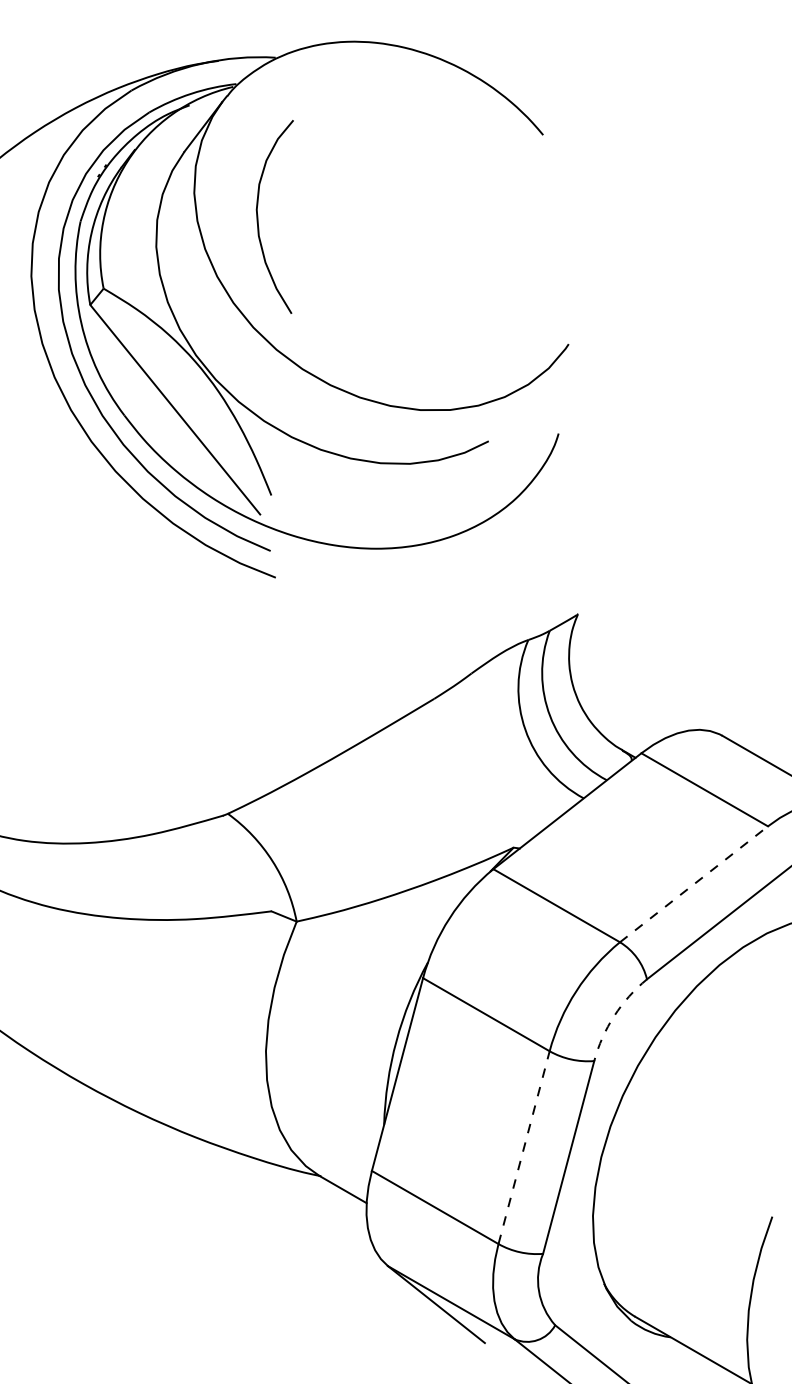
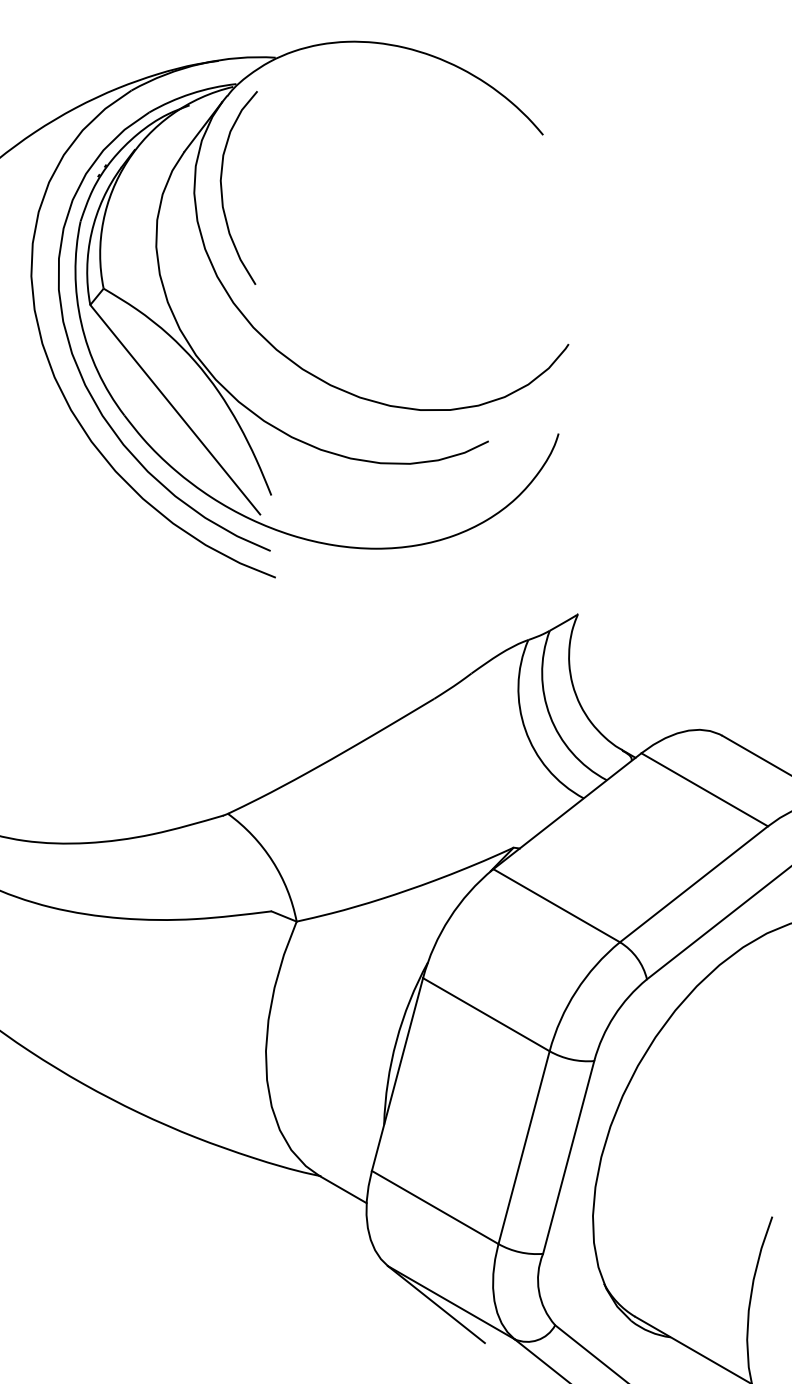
curve at (258, 216) position: (258, 216) -> (222, 187)
line at (694, 884): dashed -> solid
arc at (614, 1016): dashed -> solid
line at (524, 1147): dashed -> solid
